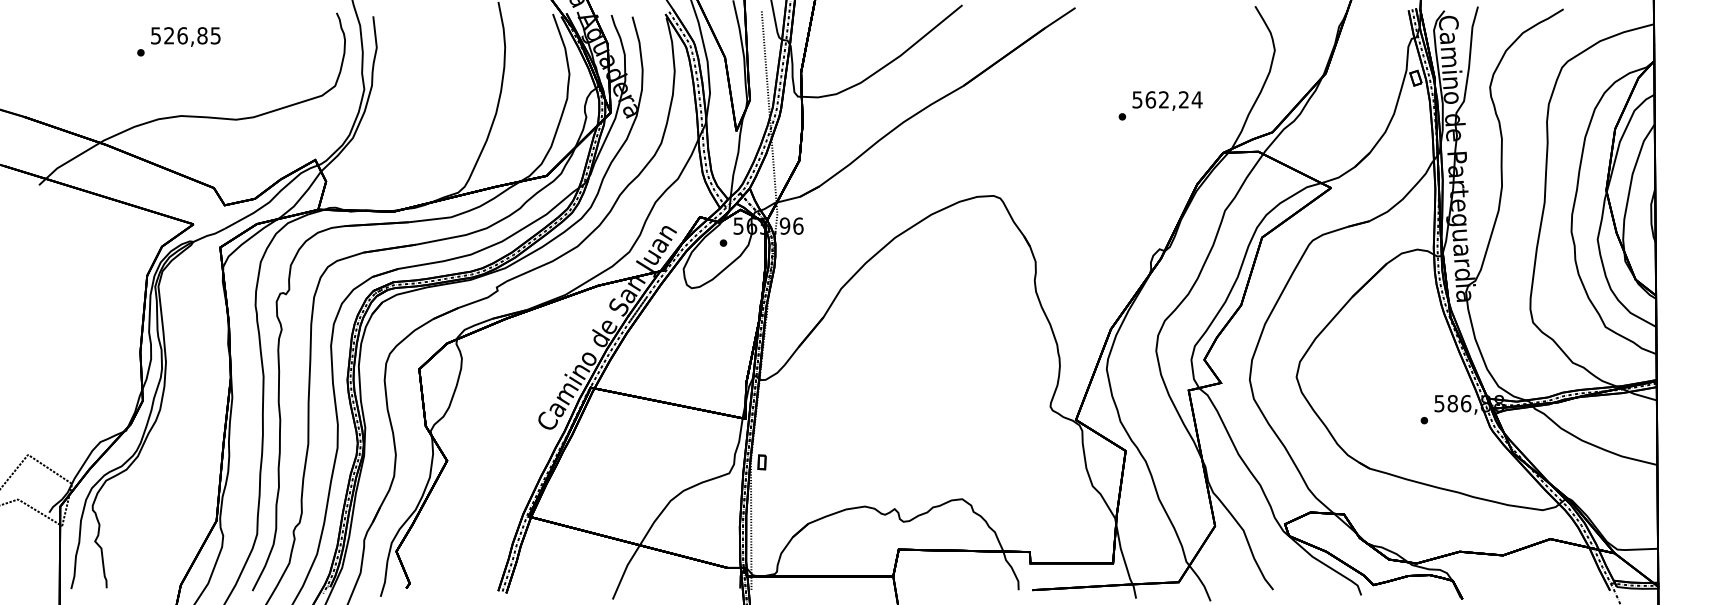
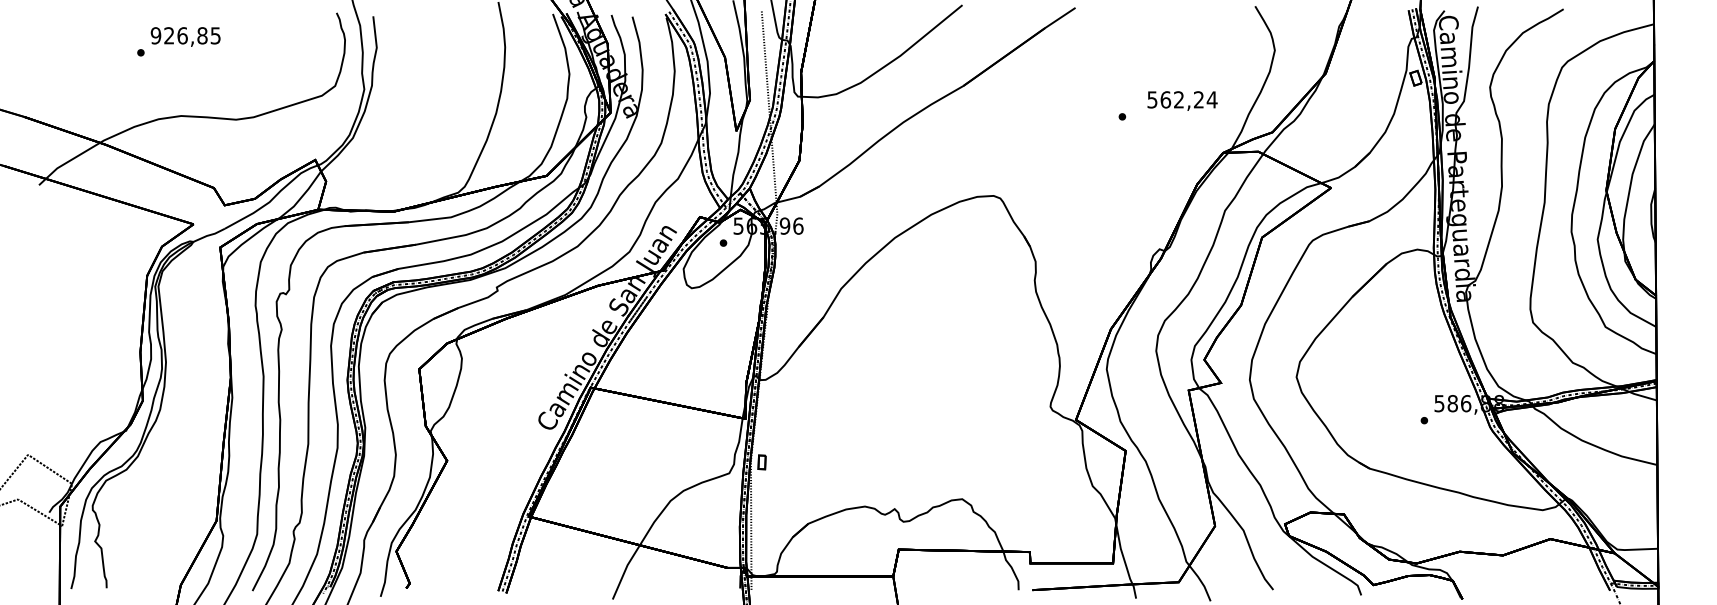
text at (155, 35): 526,85 -> 926,85
text at (1167, 100) position: (1167, 100) -> (1182, 100)
